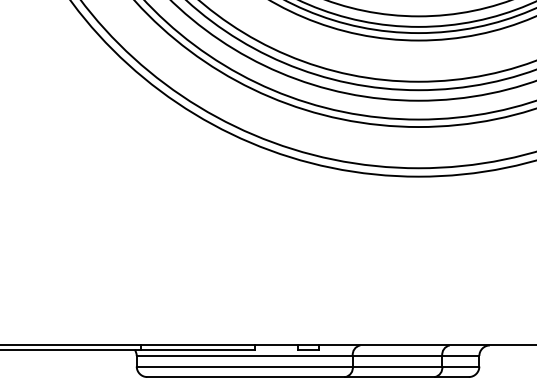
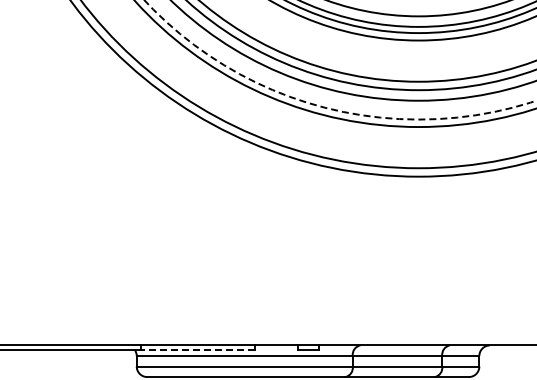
circle at (340, 59): solid -> dashed
line at (198, 349): solid -> dashed
